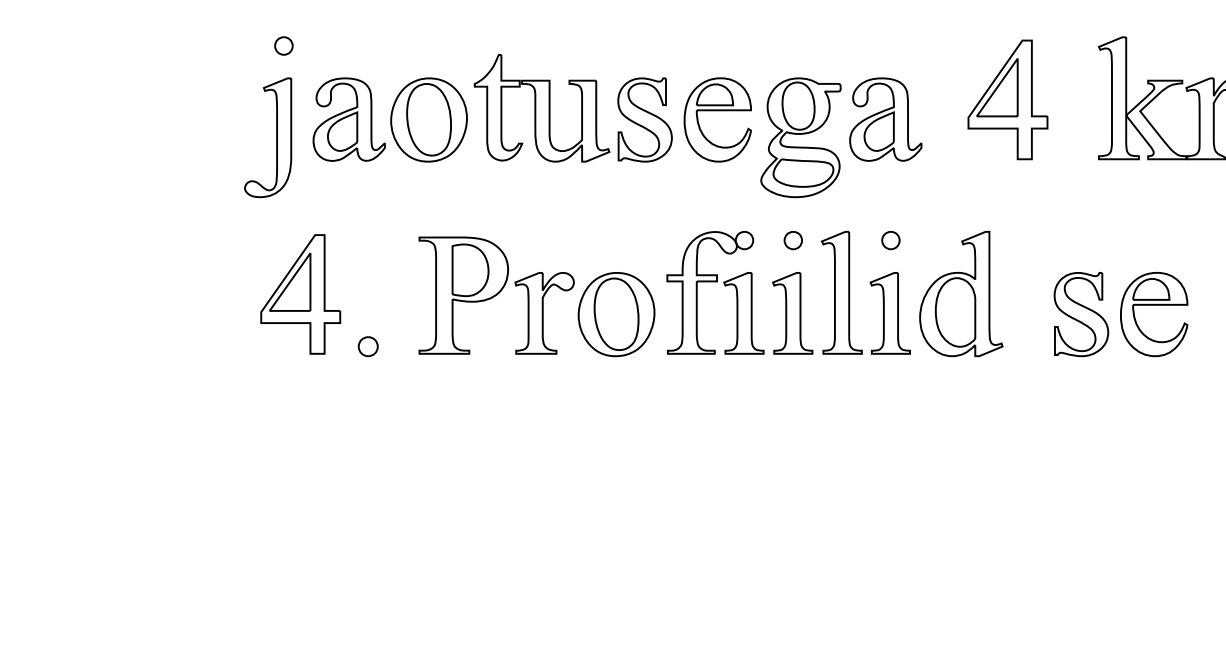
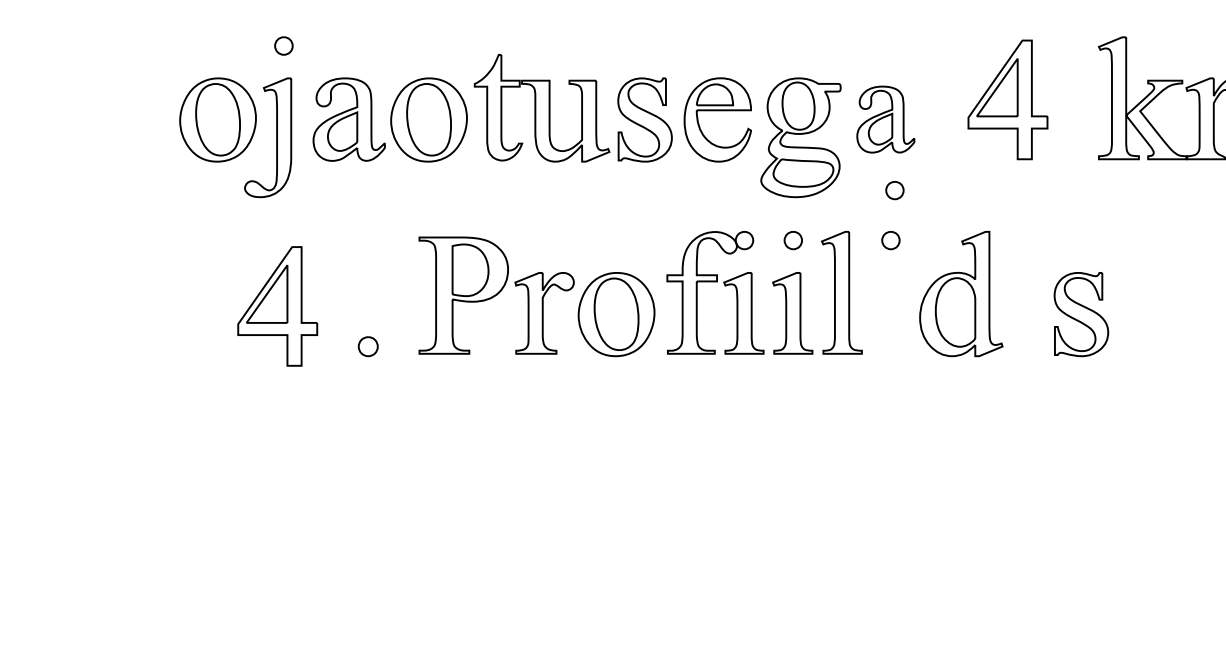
part at (217, 119): none -> present
part at (885, 119) size: 74x85 px -> 60x69 px
part at (894, 190): none -> present
part at (300, 294) position: (300, 294) -> (277, 306)
part at (1154, 305): present -> none
part at (889, 313): present -> none
